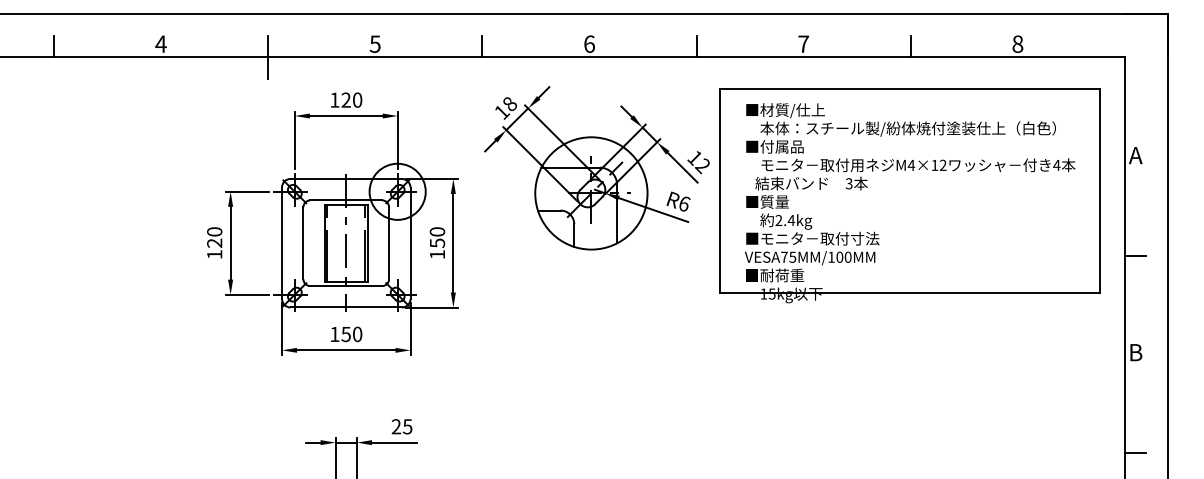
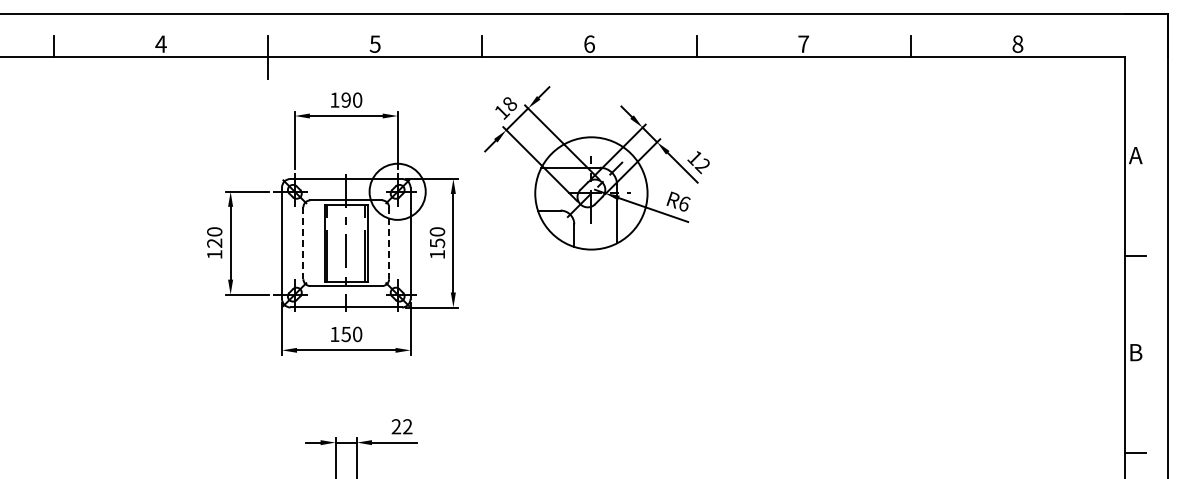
text at (345, 99): 120 -> 190
part at (909, 195): present -> none
line at (303, 243): solid -> dashed
line at (389, 243): solid -> dashed
text at (407, 426): 25 -> 22
